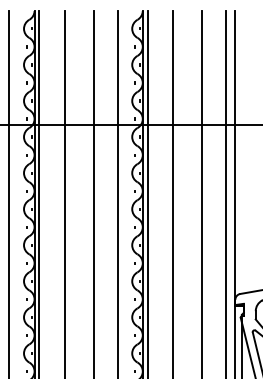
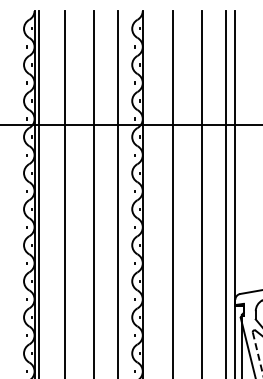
line at (9, 193): present -> none
line at (147, 193): present -> none
line at (257, 353): solid -> dashed
